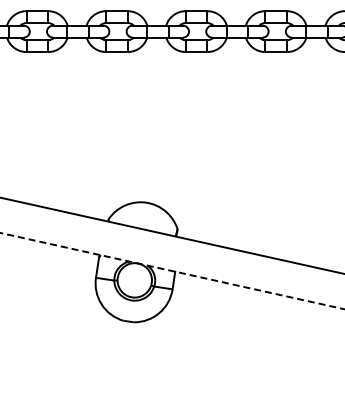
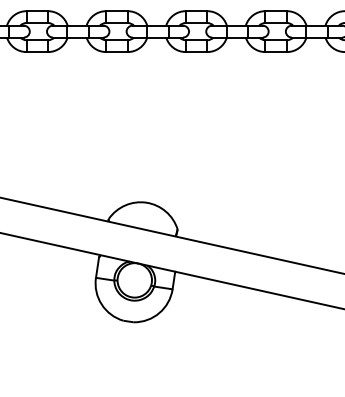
line at (172, 271): dashed -> solid
